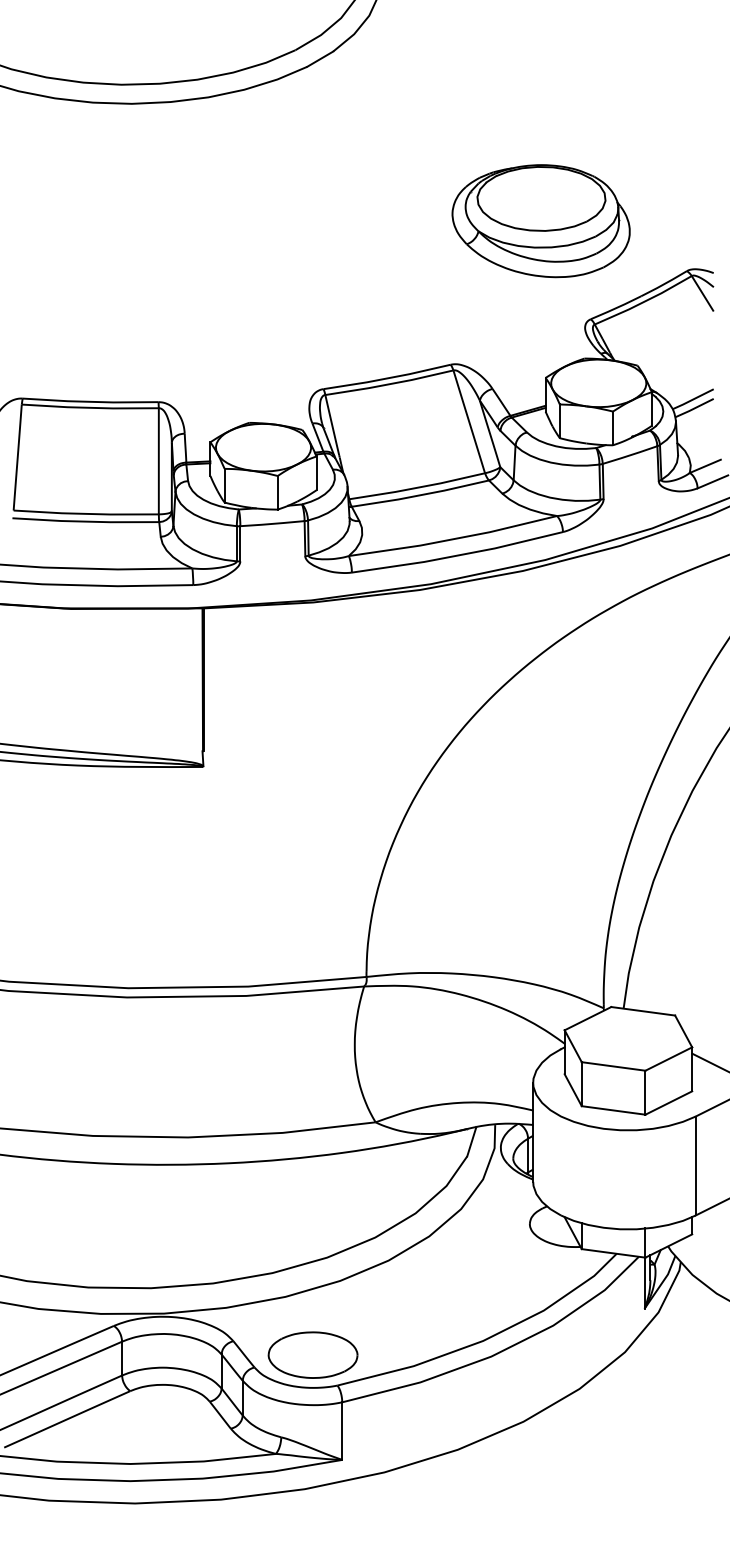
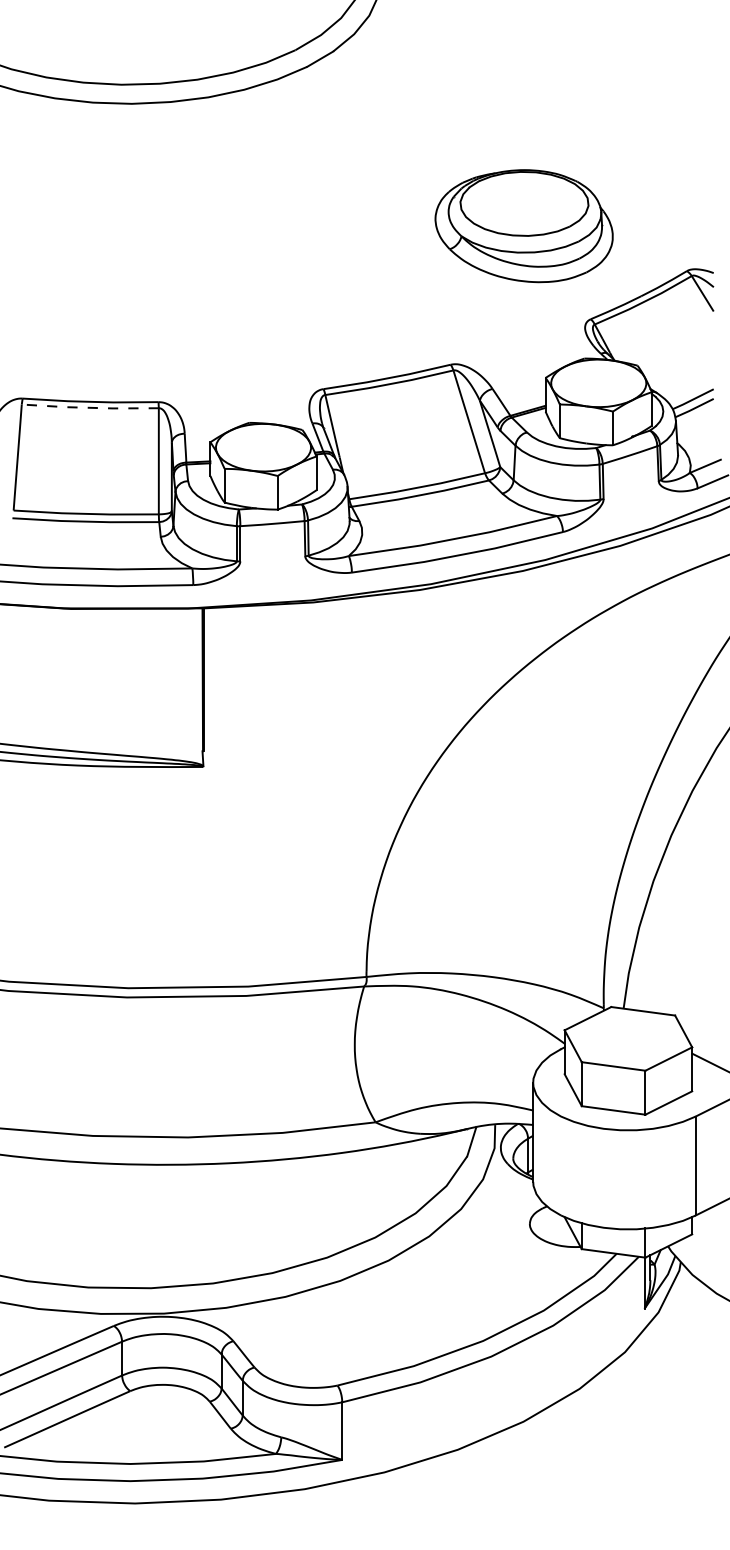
part at (540, 221) position: (540, 221) -> (523, 226)
line at (90, 407): solid -> dashed
part at (312, 1354): present -> none
